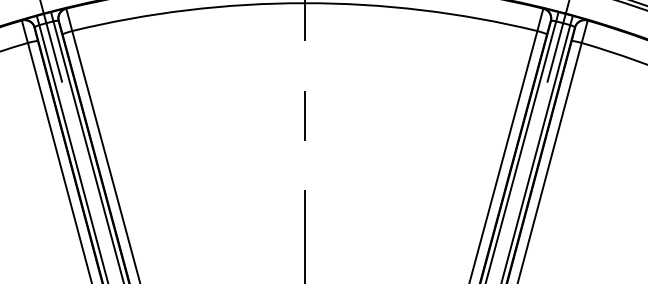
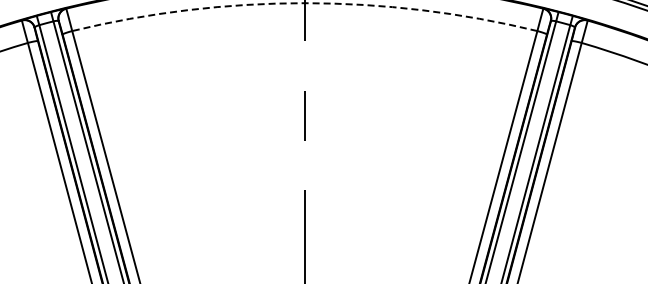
arc at (304, 3): solid -> dashed
line at (51, 42): present -> none
line at (557, 42): present -> none
